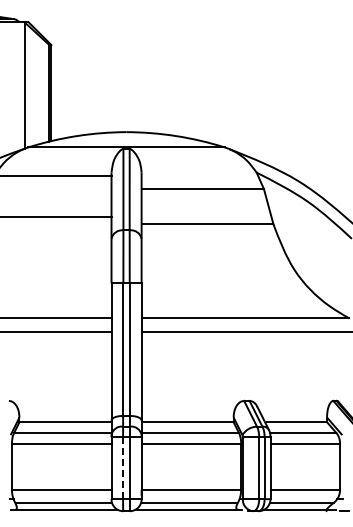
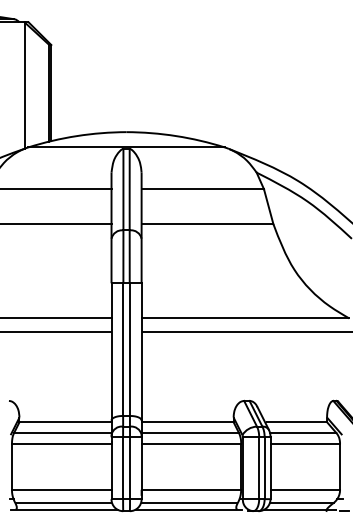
line at (56, 176) position: (56, 176) -> (56, 189)
line at (56, 217) position: (56, 217) -> (56, 224)
line at (123, 468): dashed -> solid
